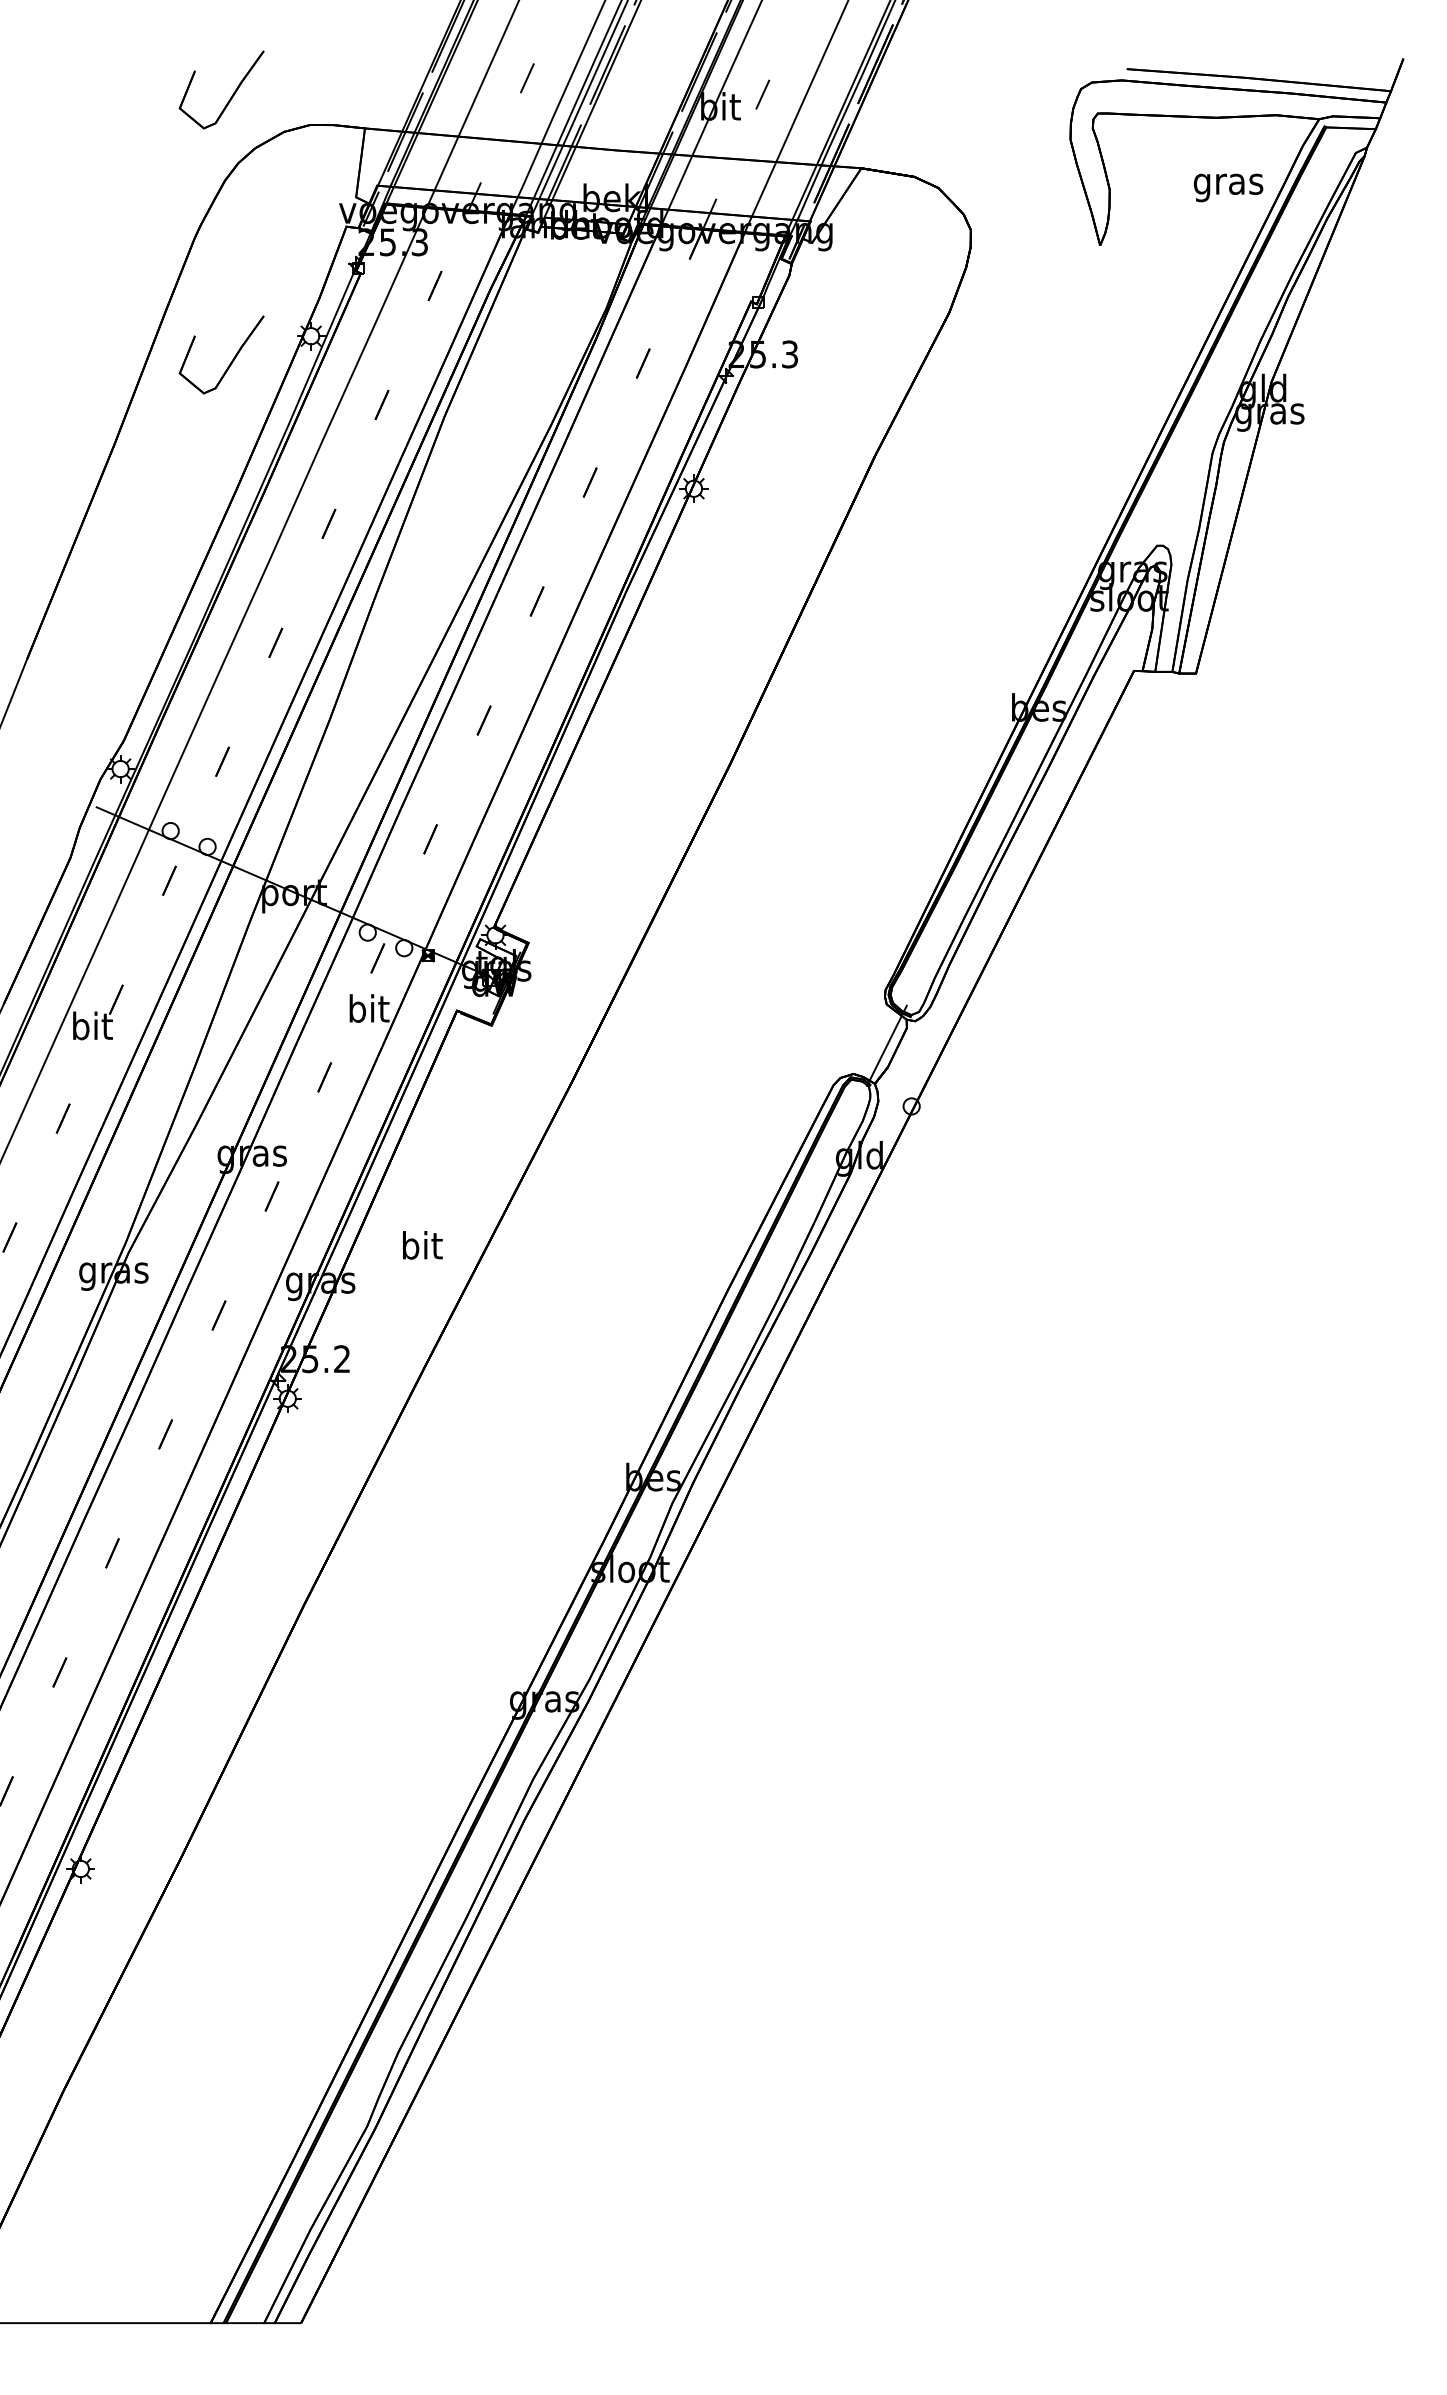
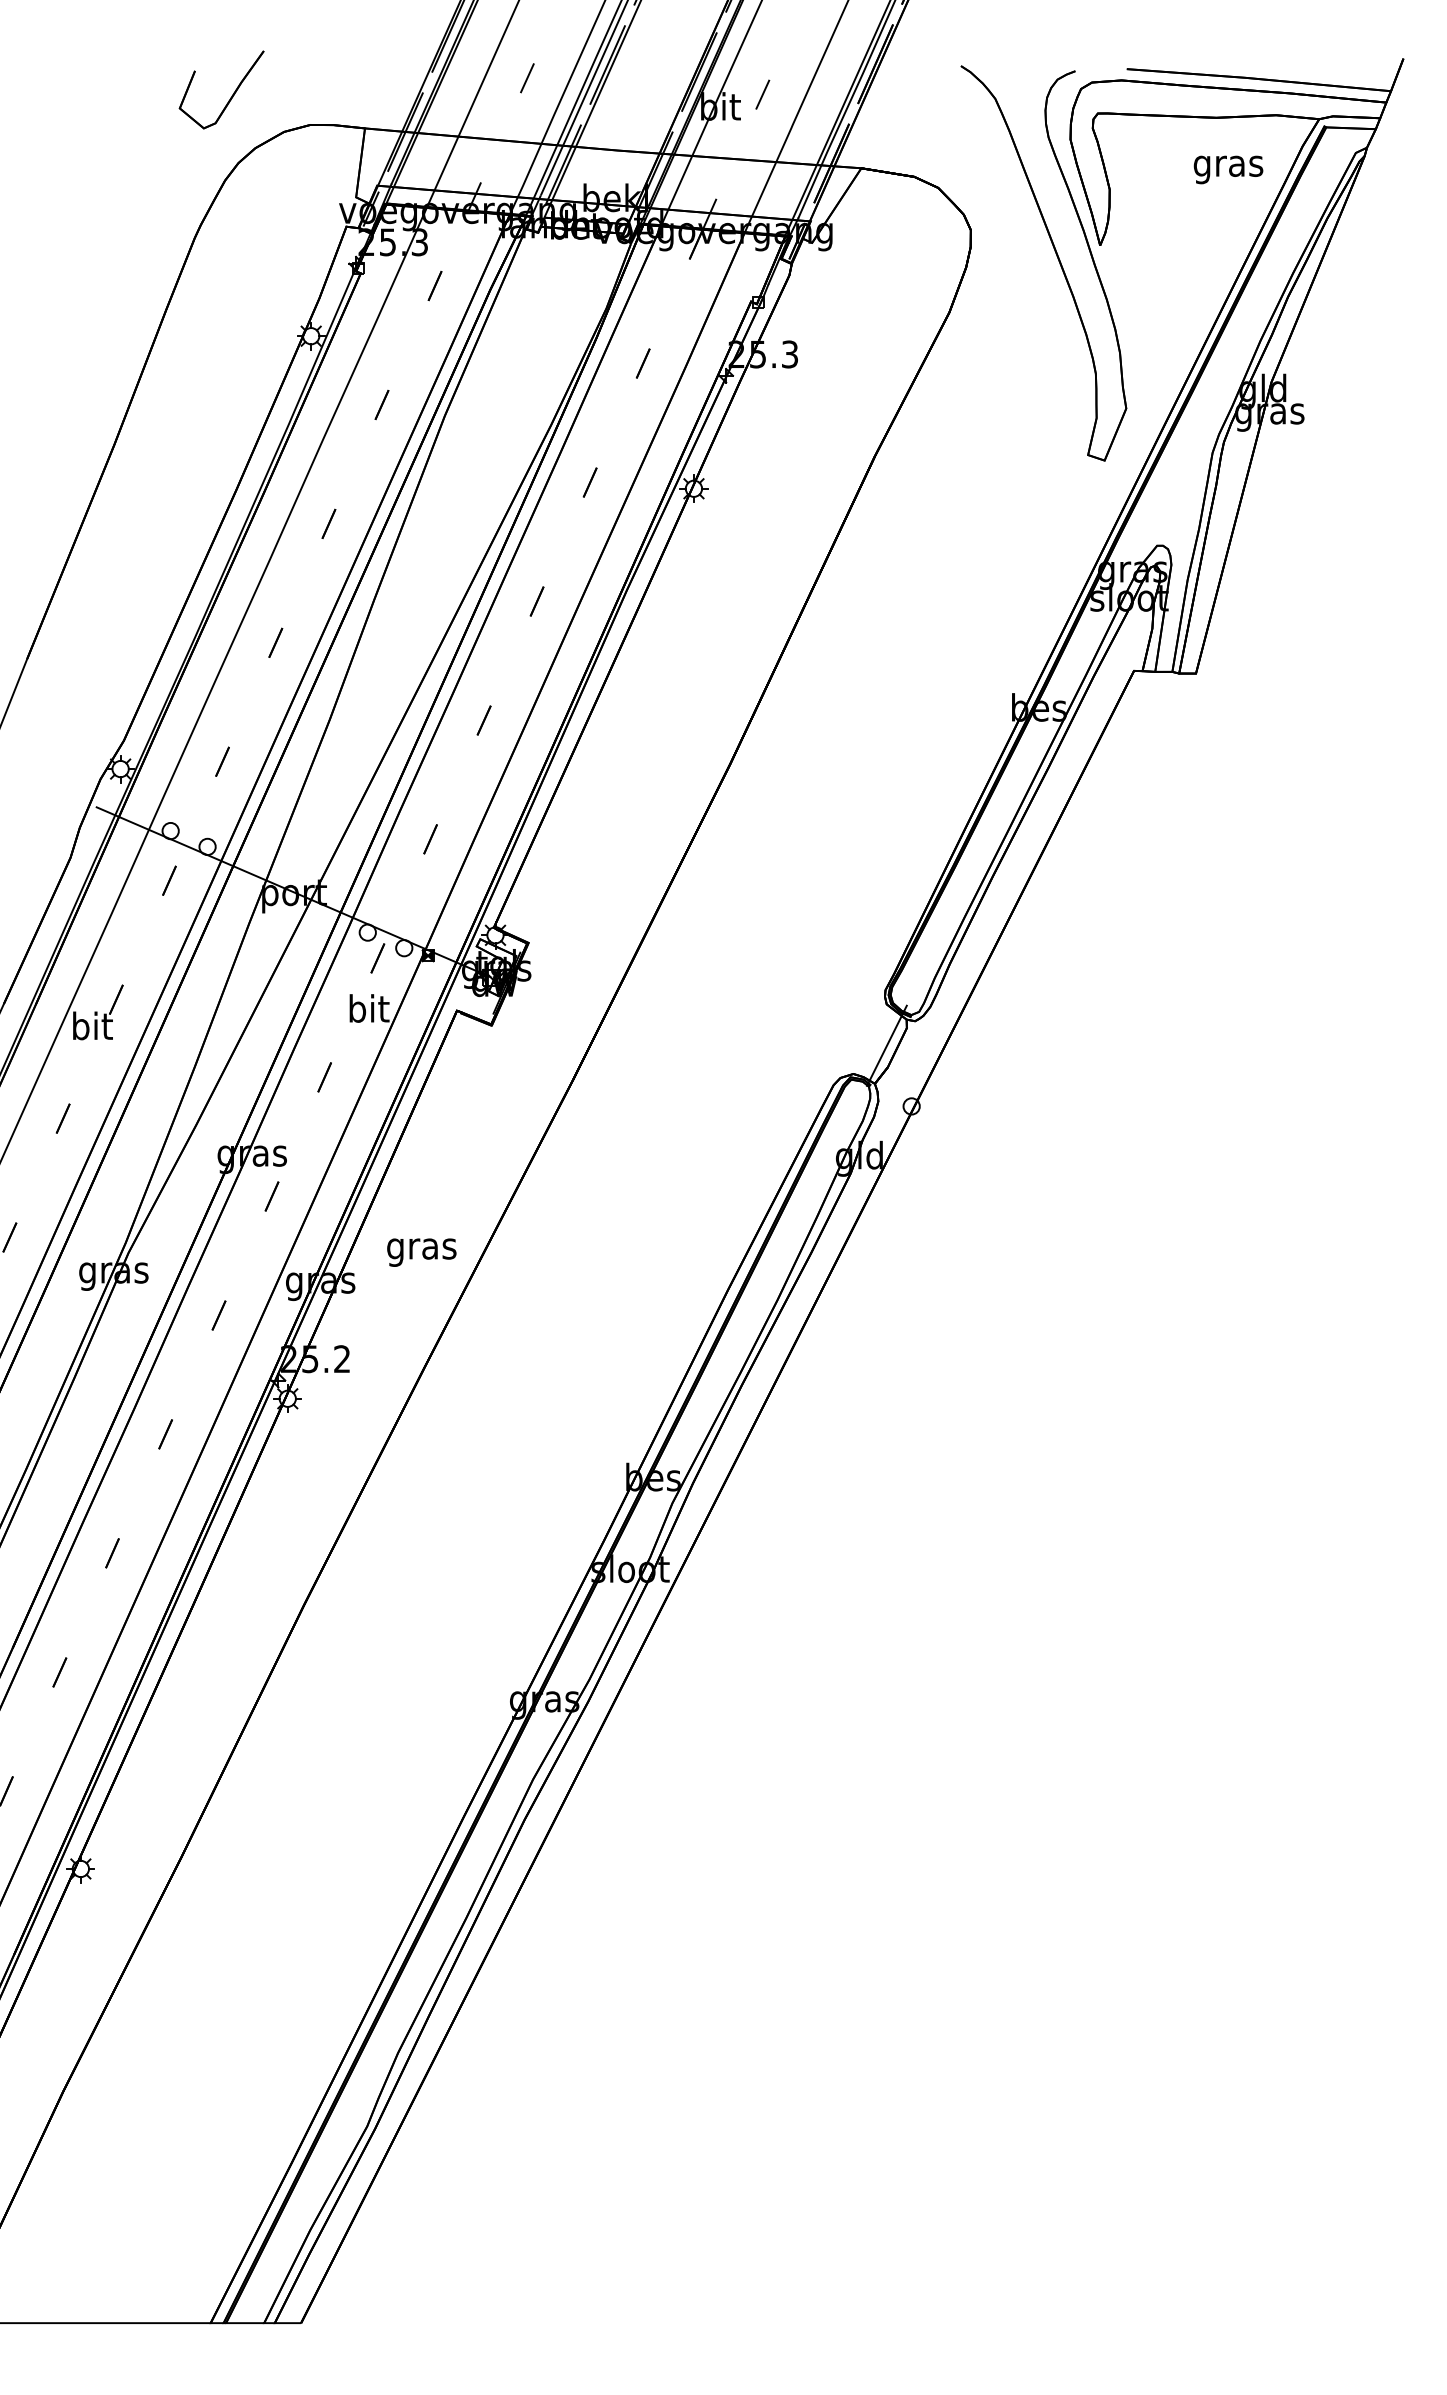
text at (1228, 187) position: (1228, 187) -> (1228, 169)
part at (1057, 259): none -> present
part at (230, 362): present -> none
text at (421, 1248): bit -> gras
